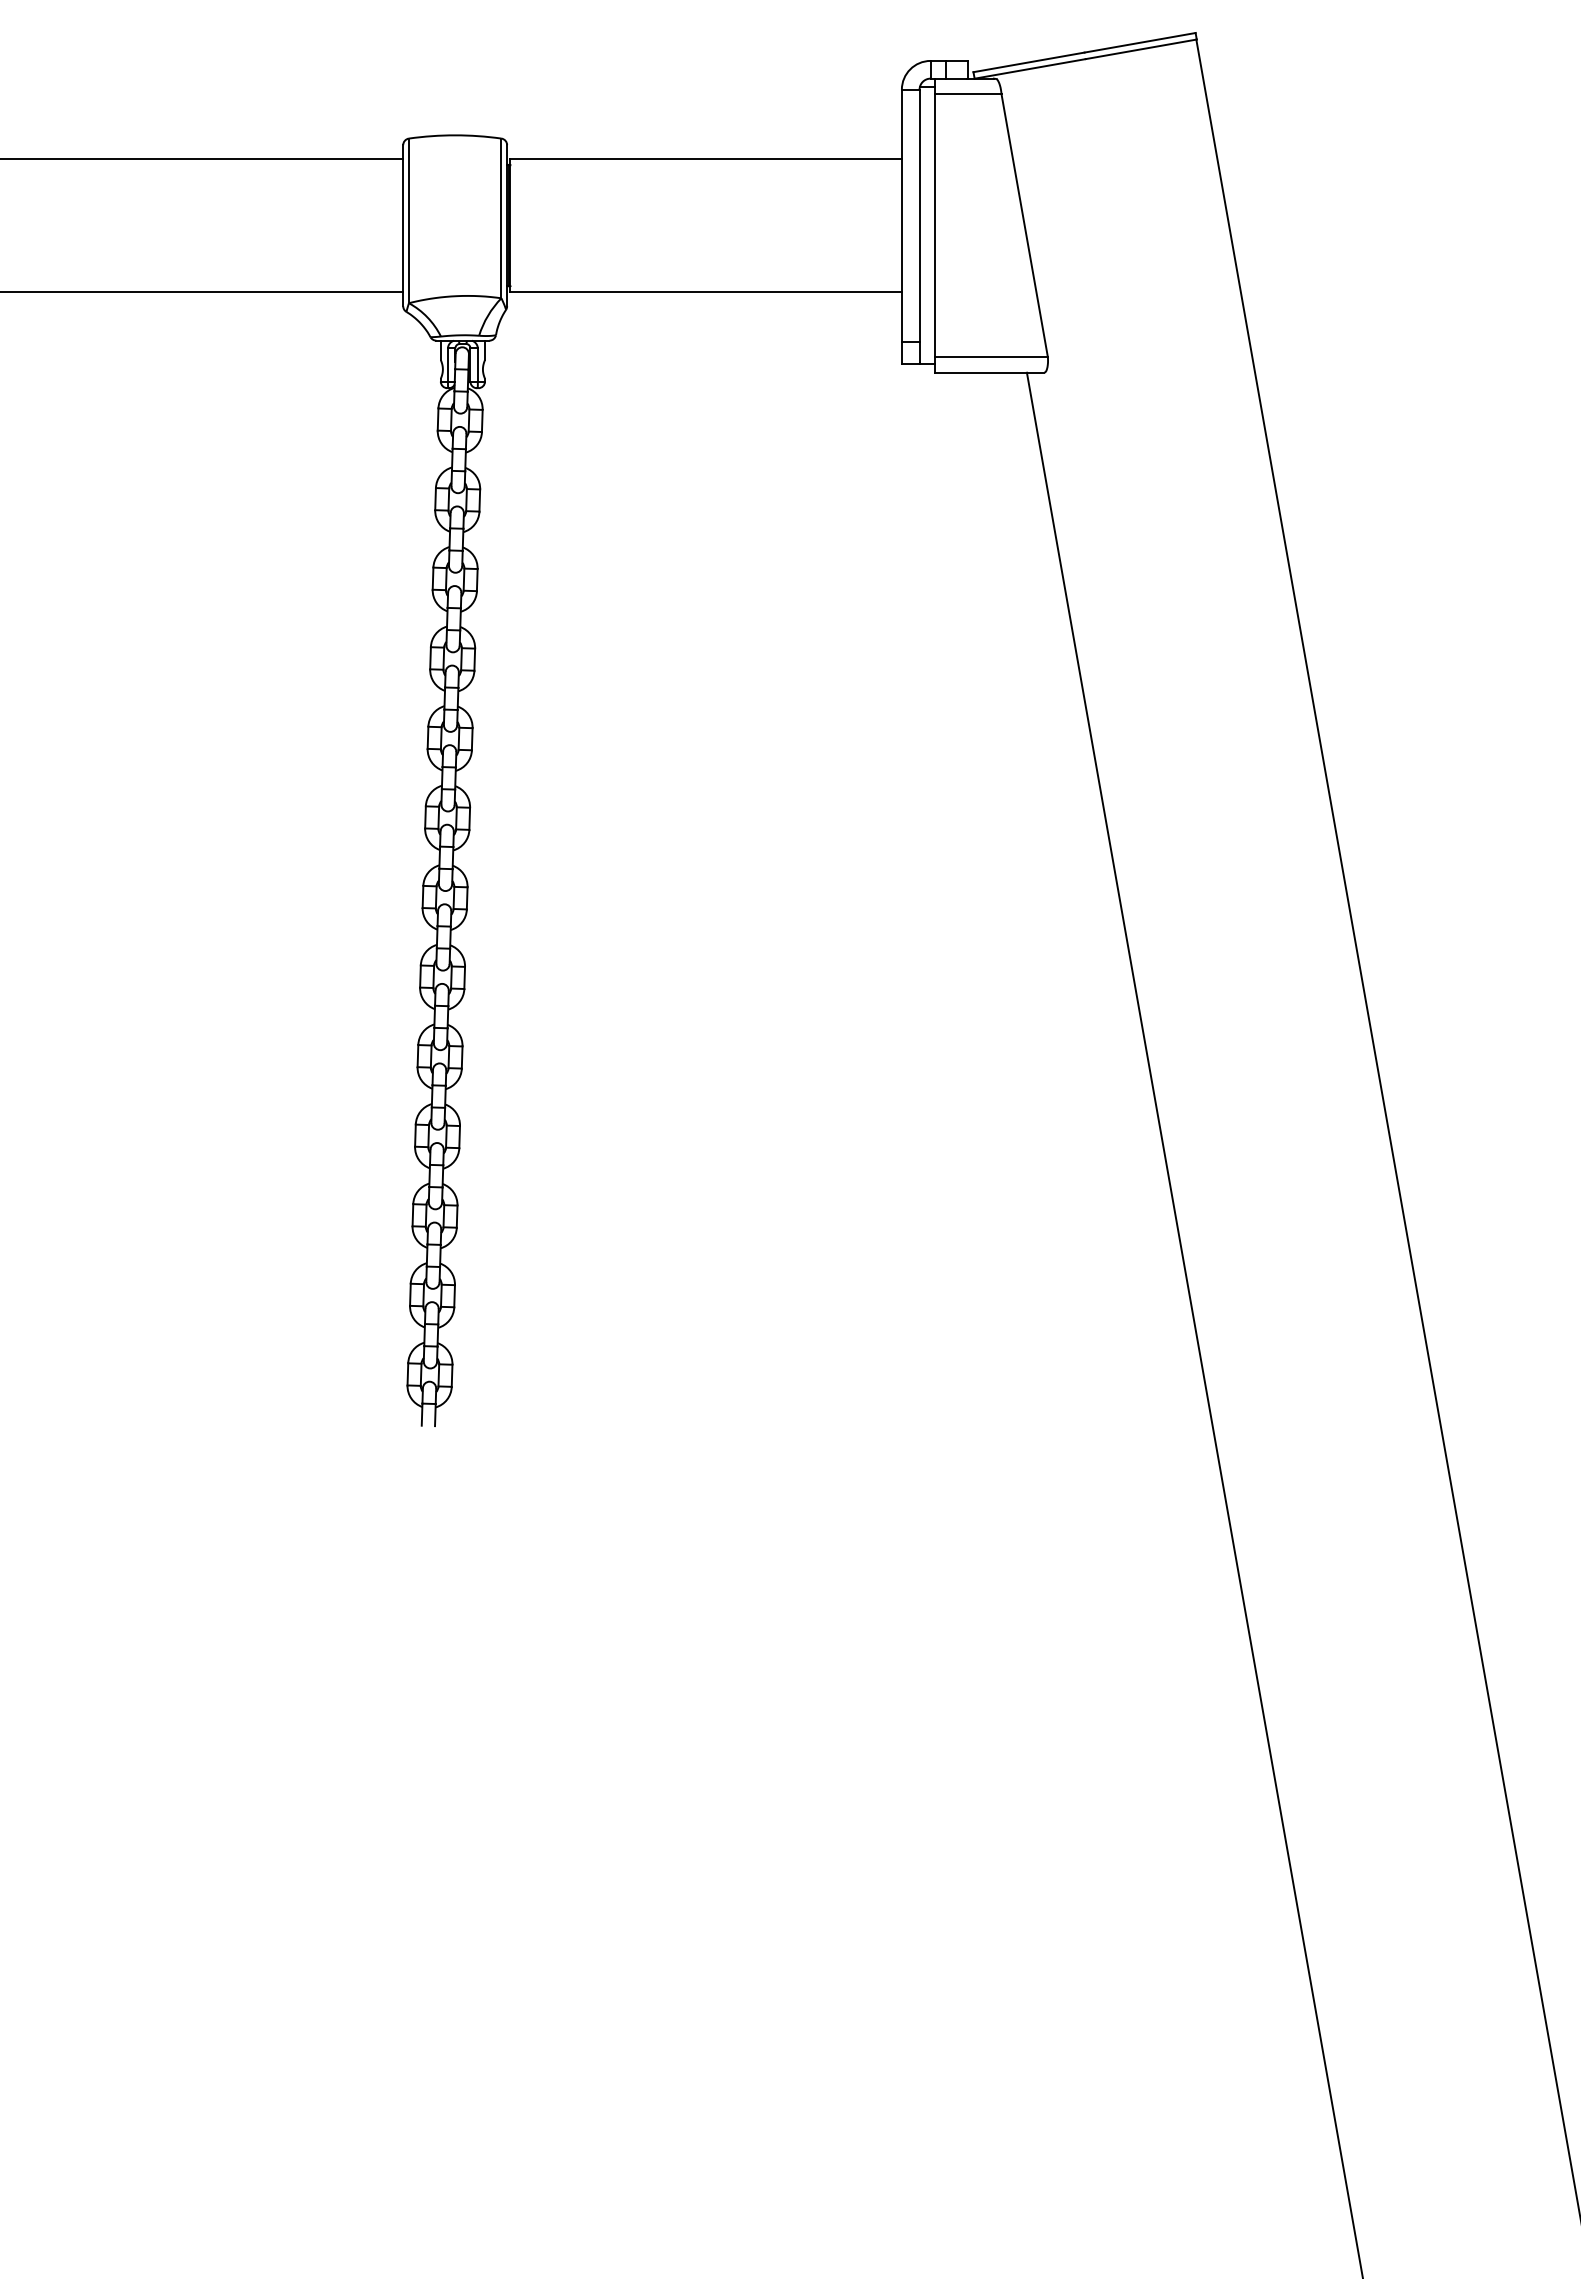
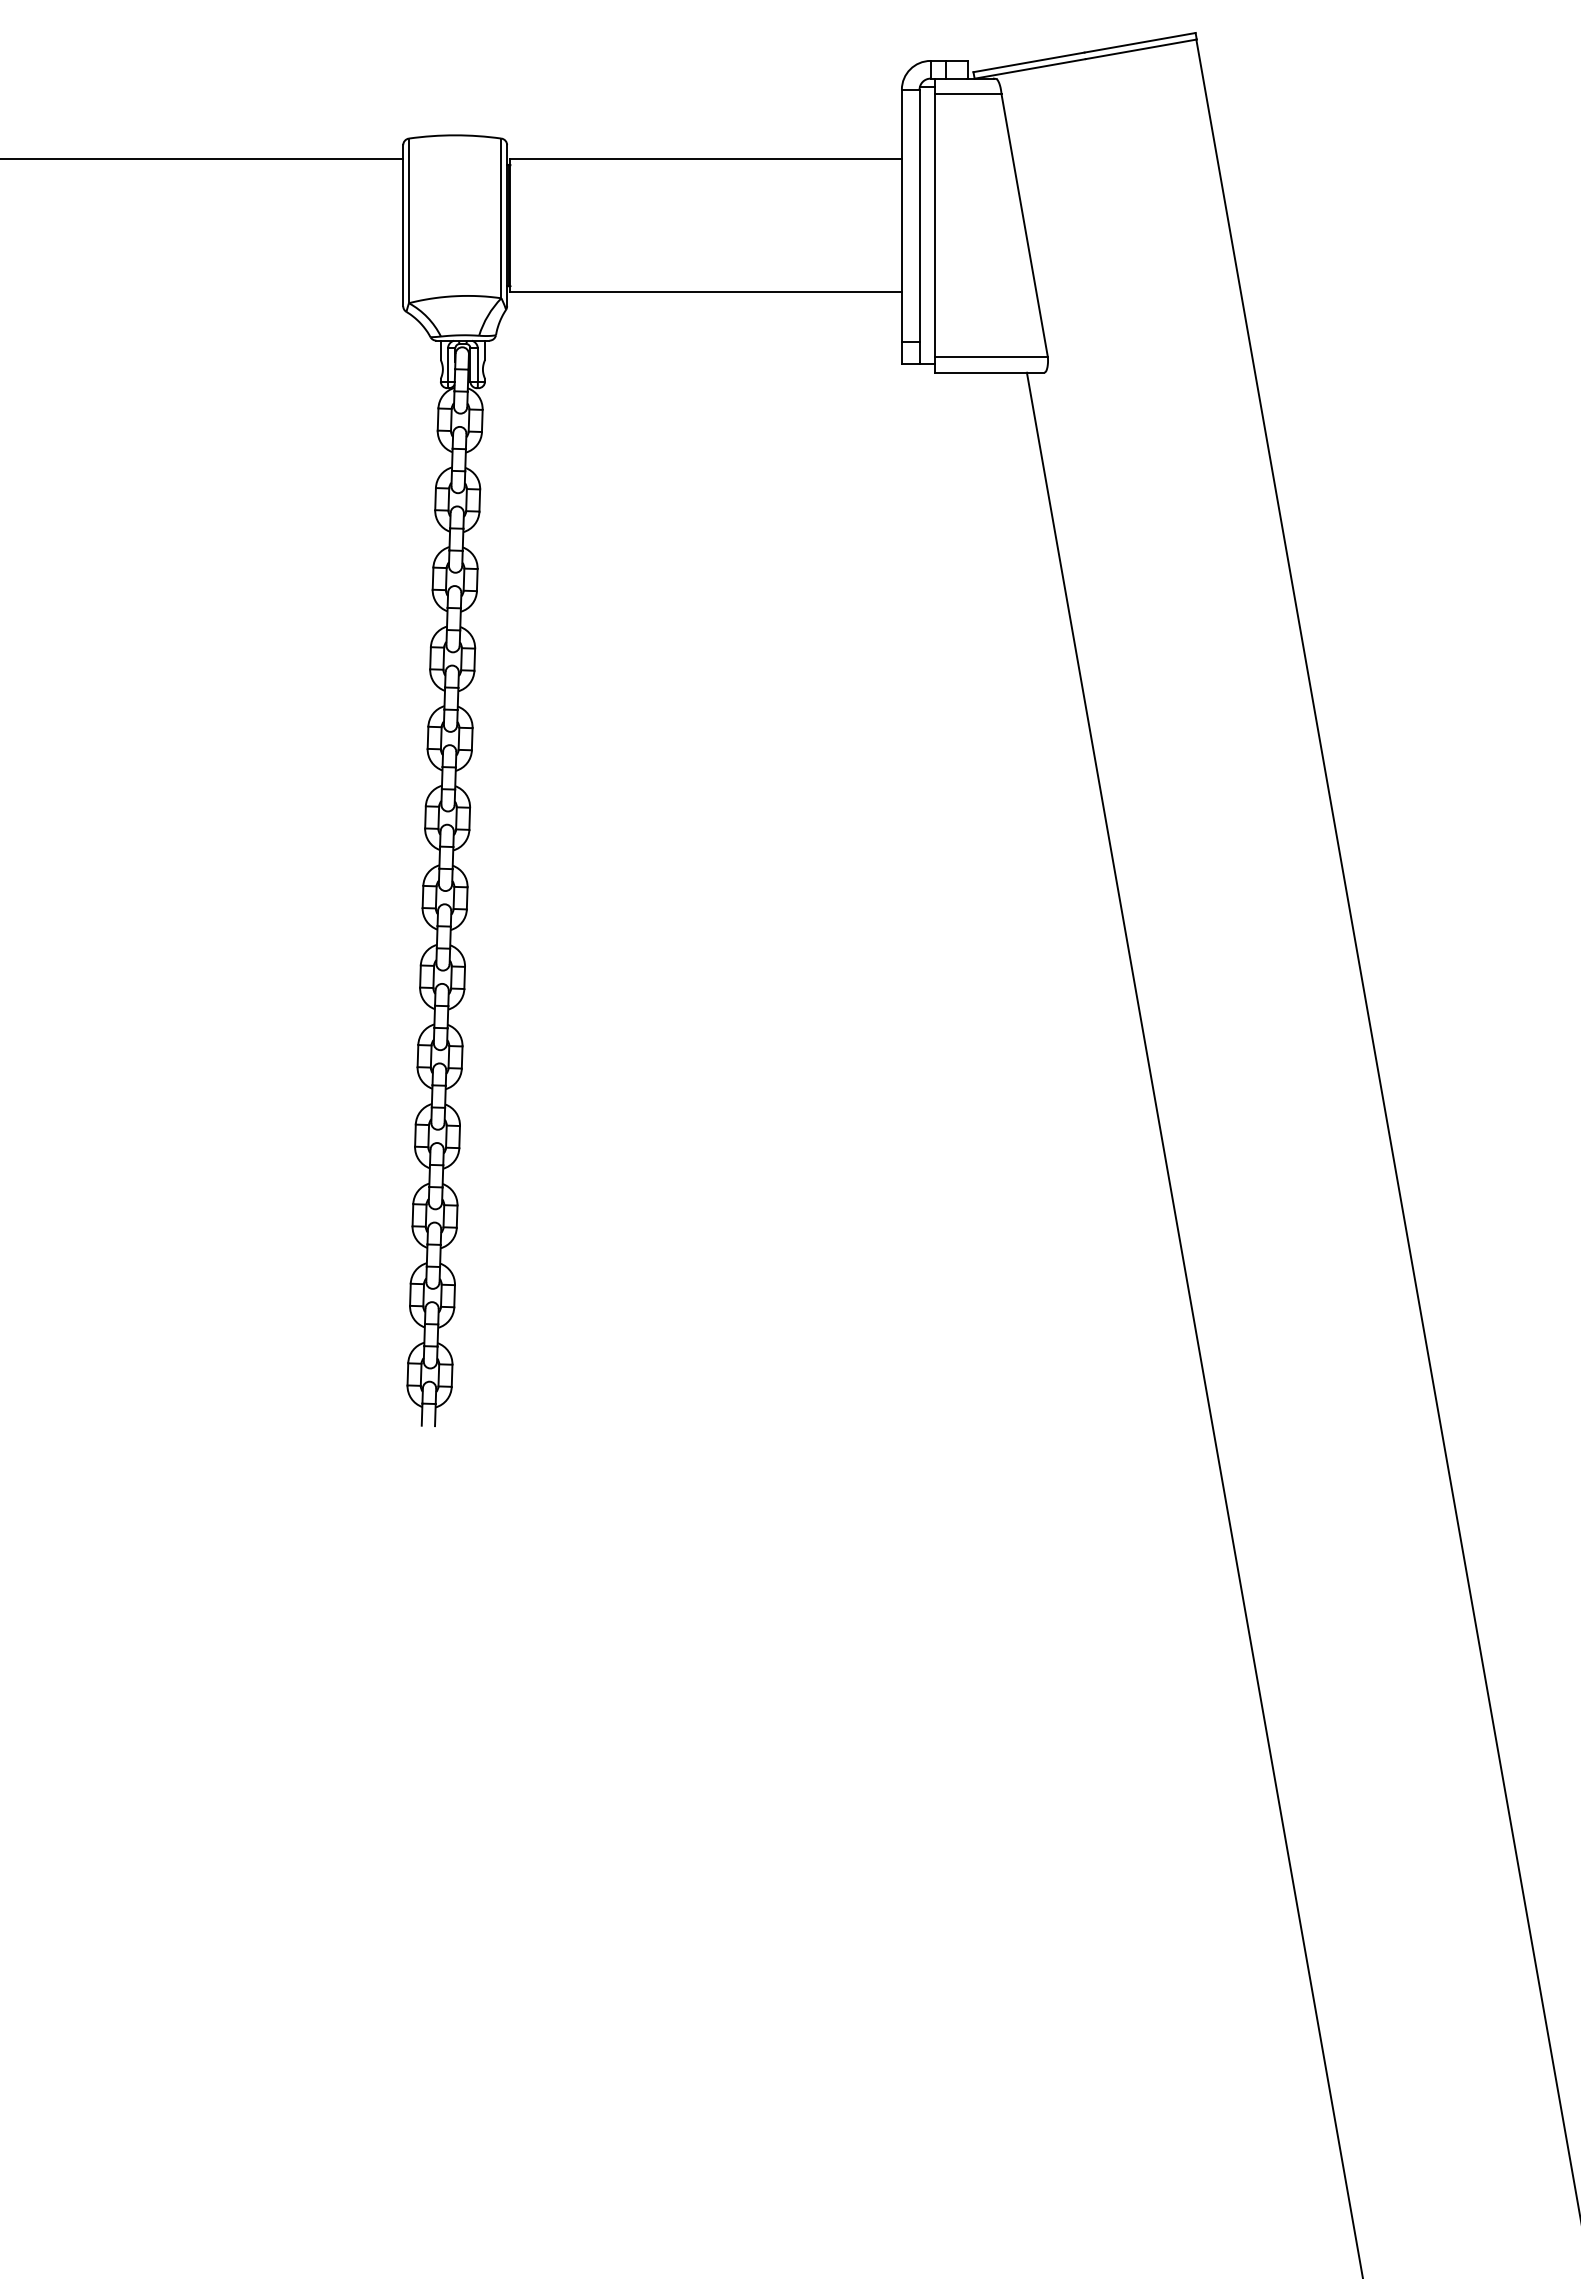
line at (202, 292): present -> none
